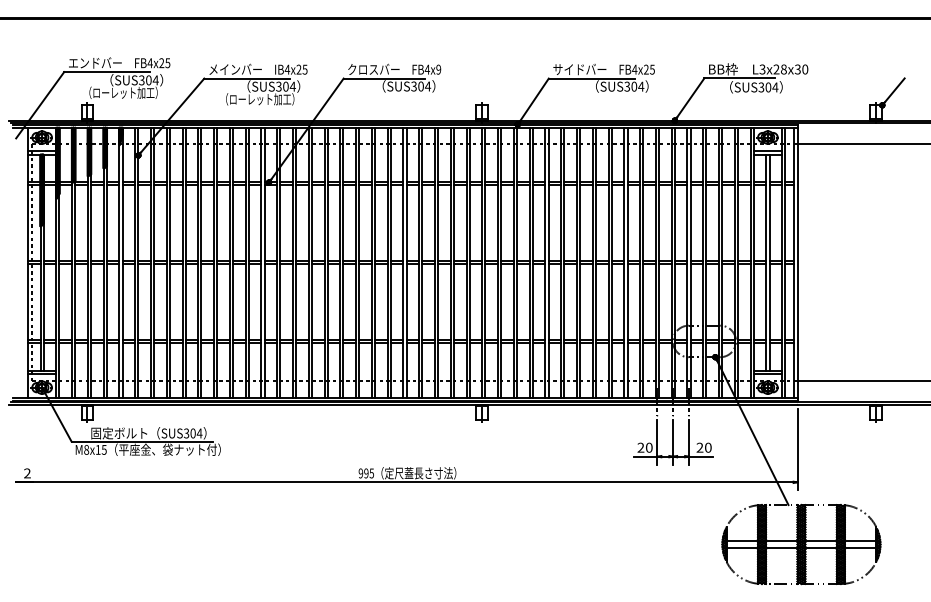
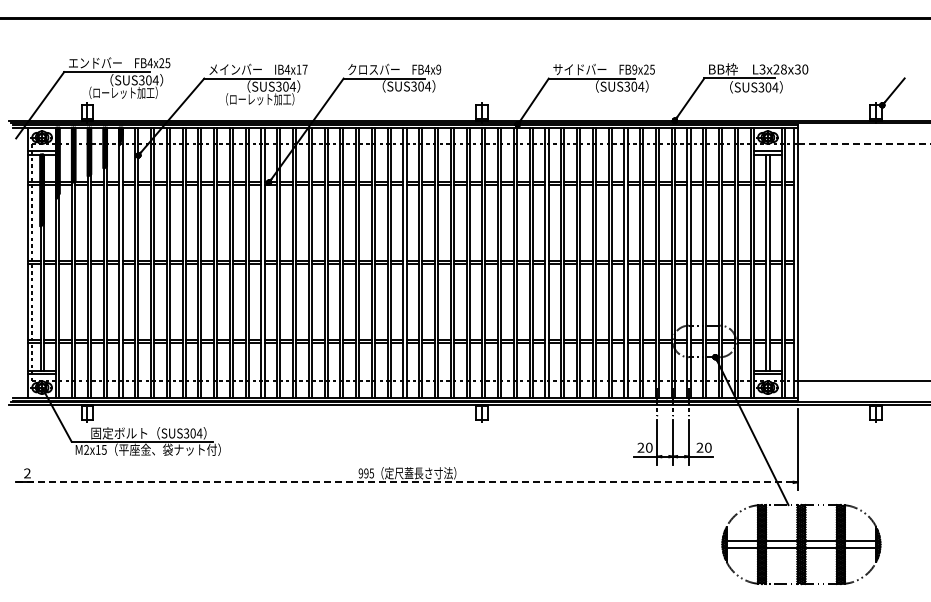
text at (301, 69): IB4x25 -> IB4x17
text at (634, 69): FB4x25 -> FB9x25
line at (864, 144): solid -> dashed
text at (86, 449): M8x15 -> M2x15
line at (405, 482): solid -> dashed
